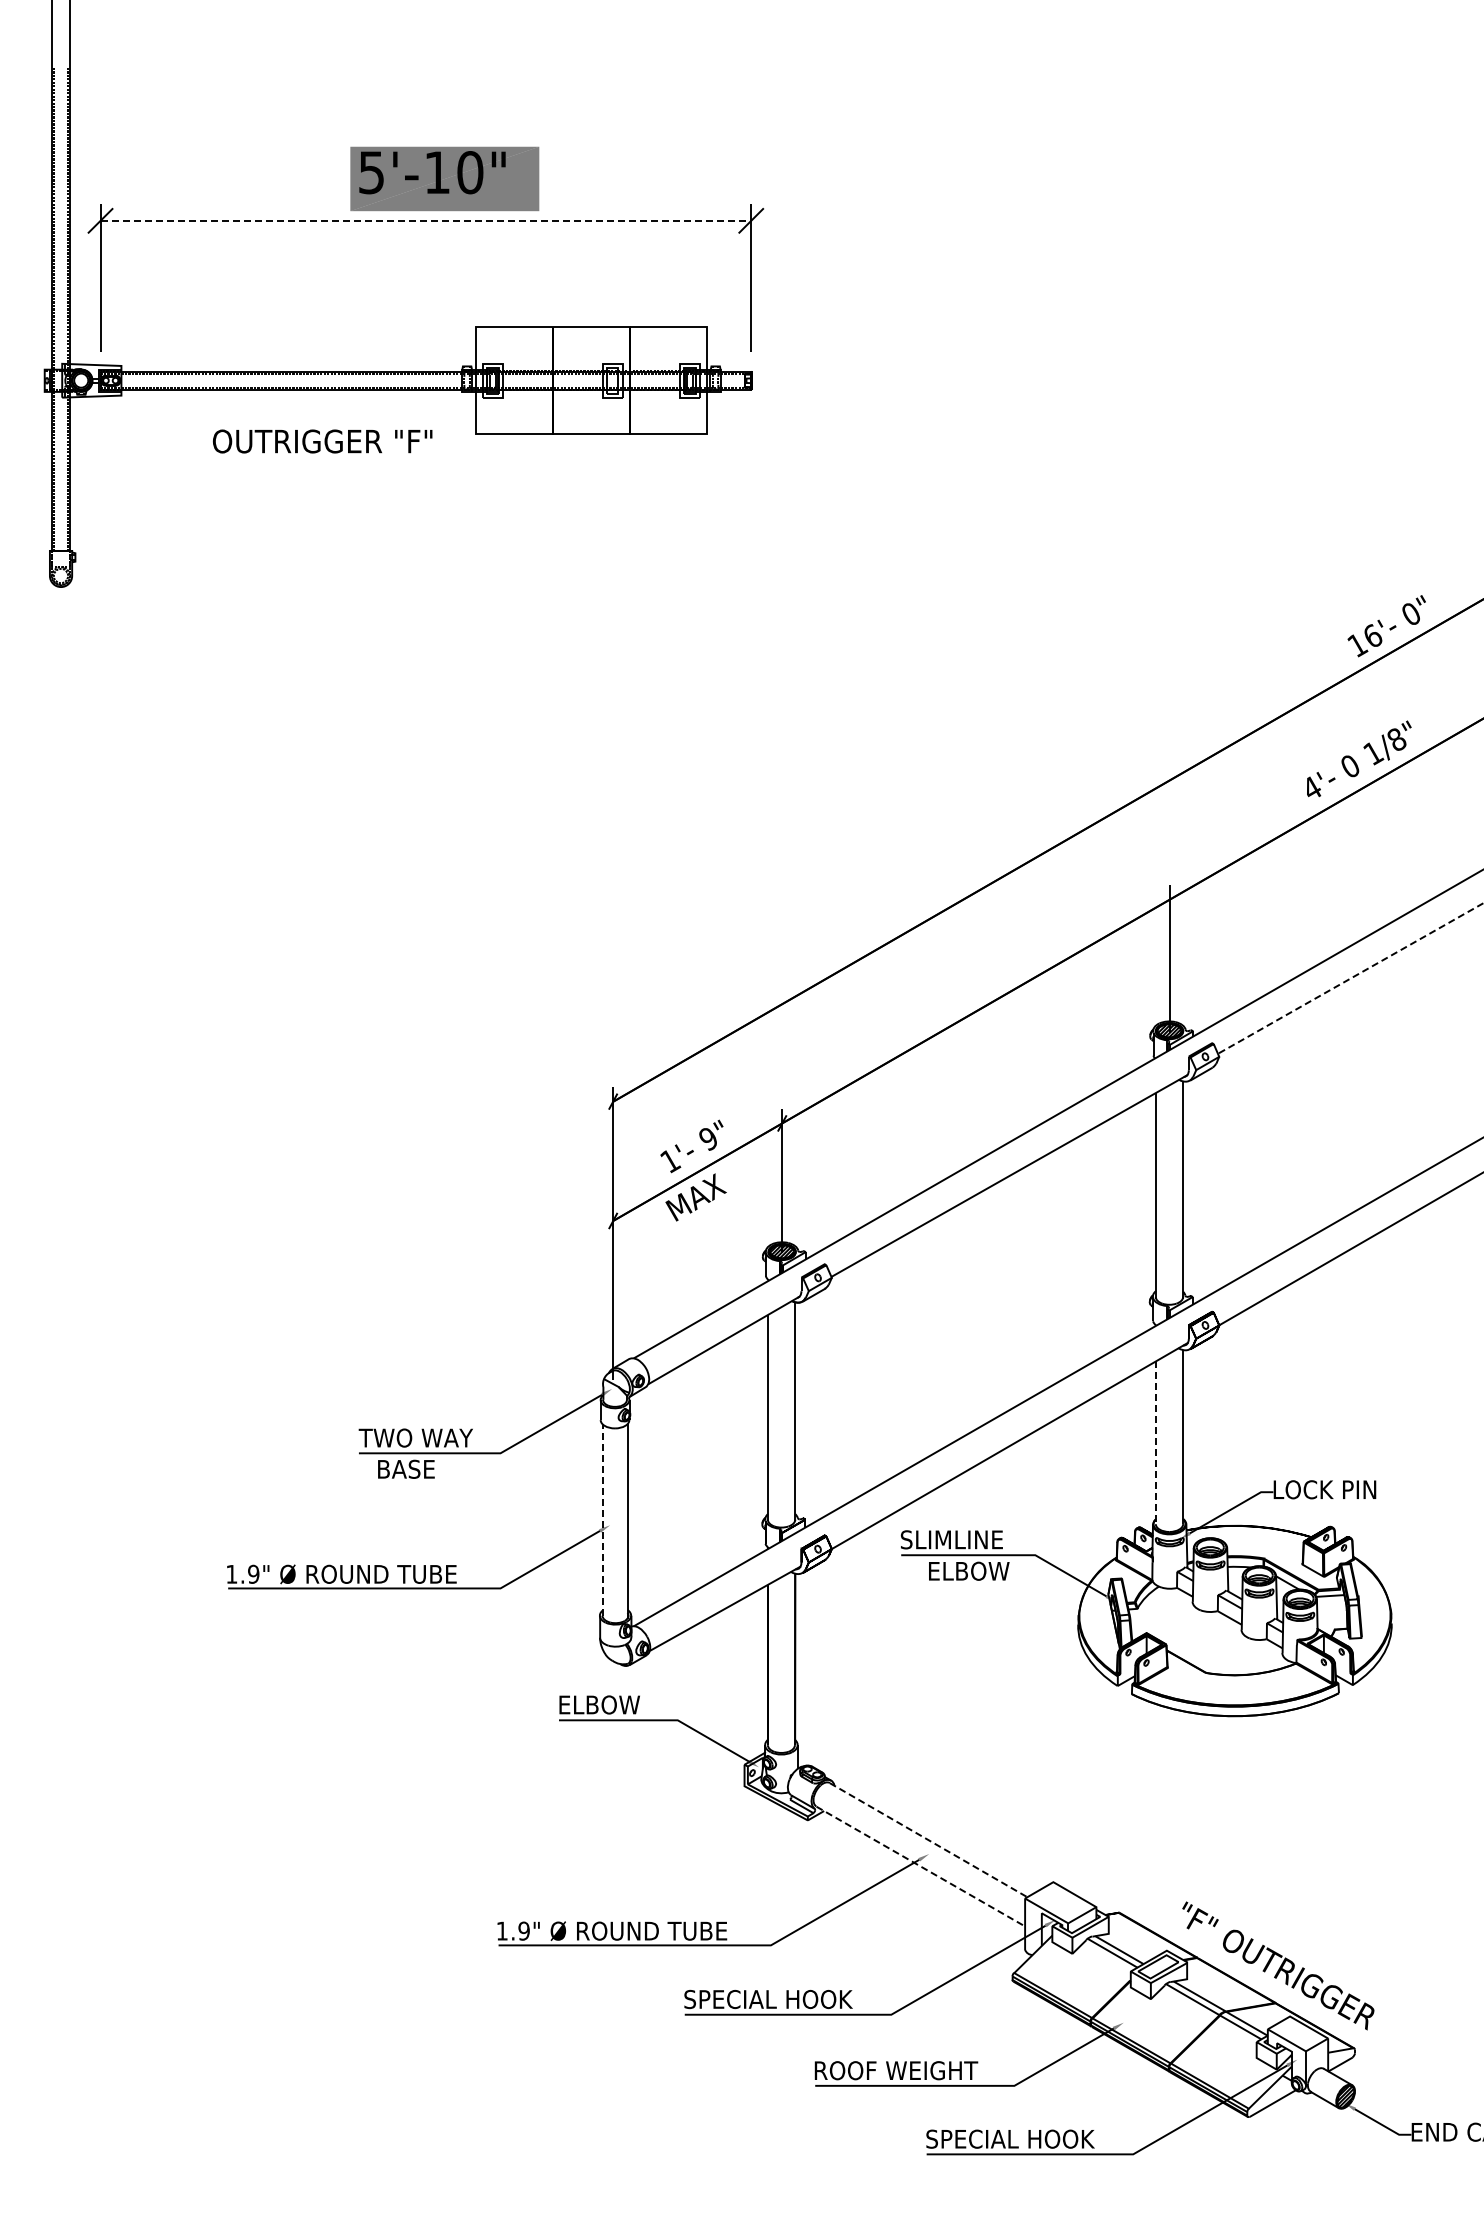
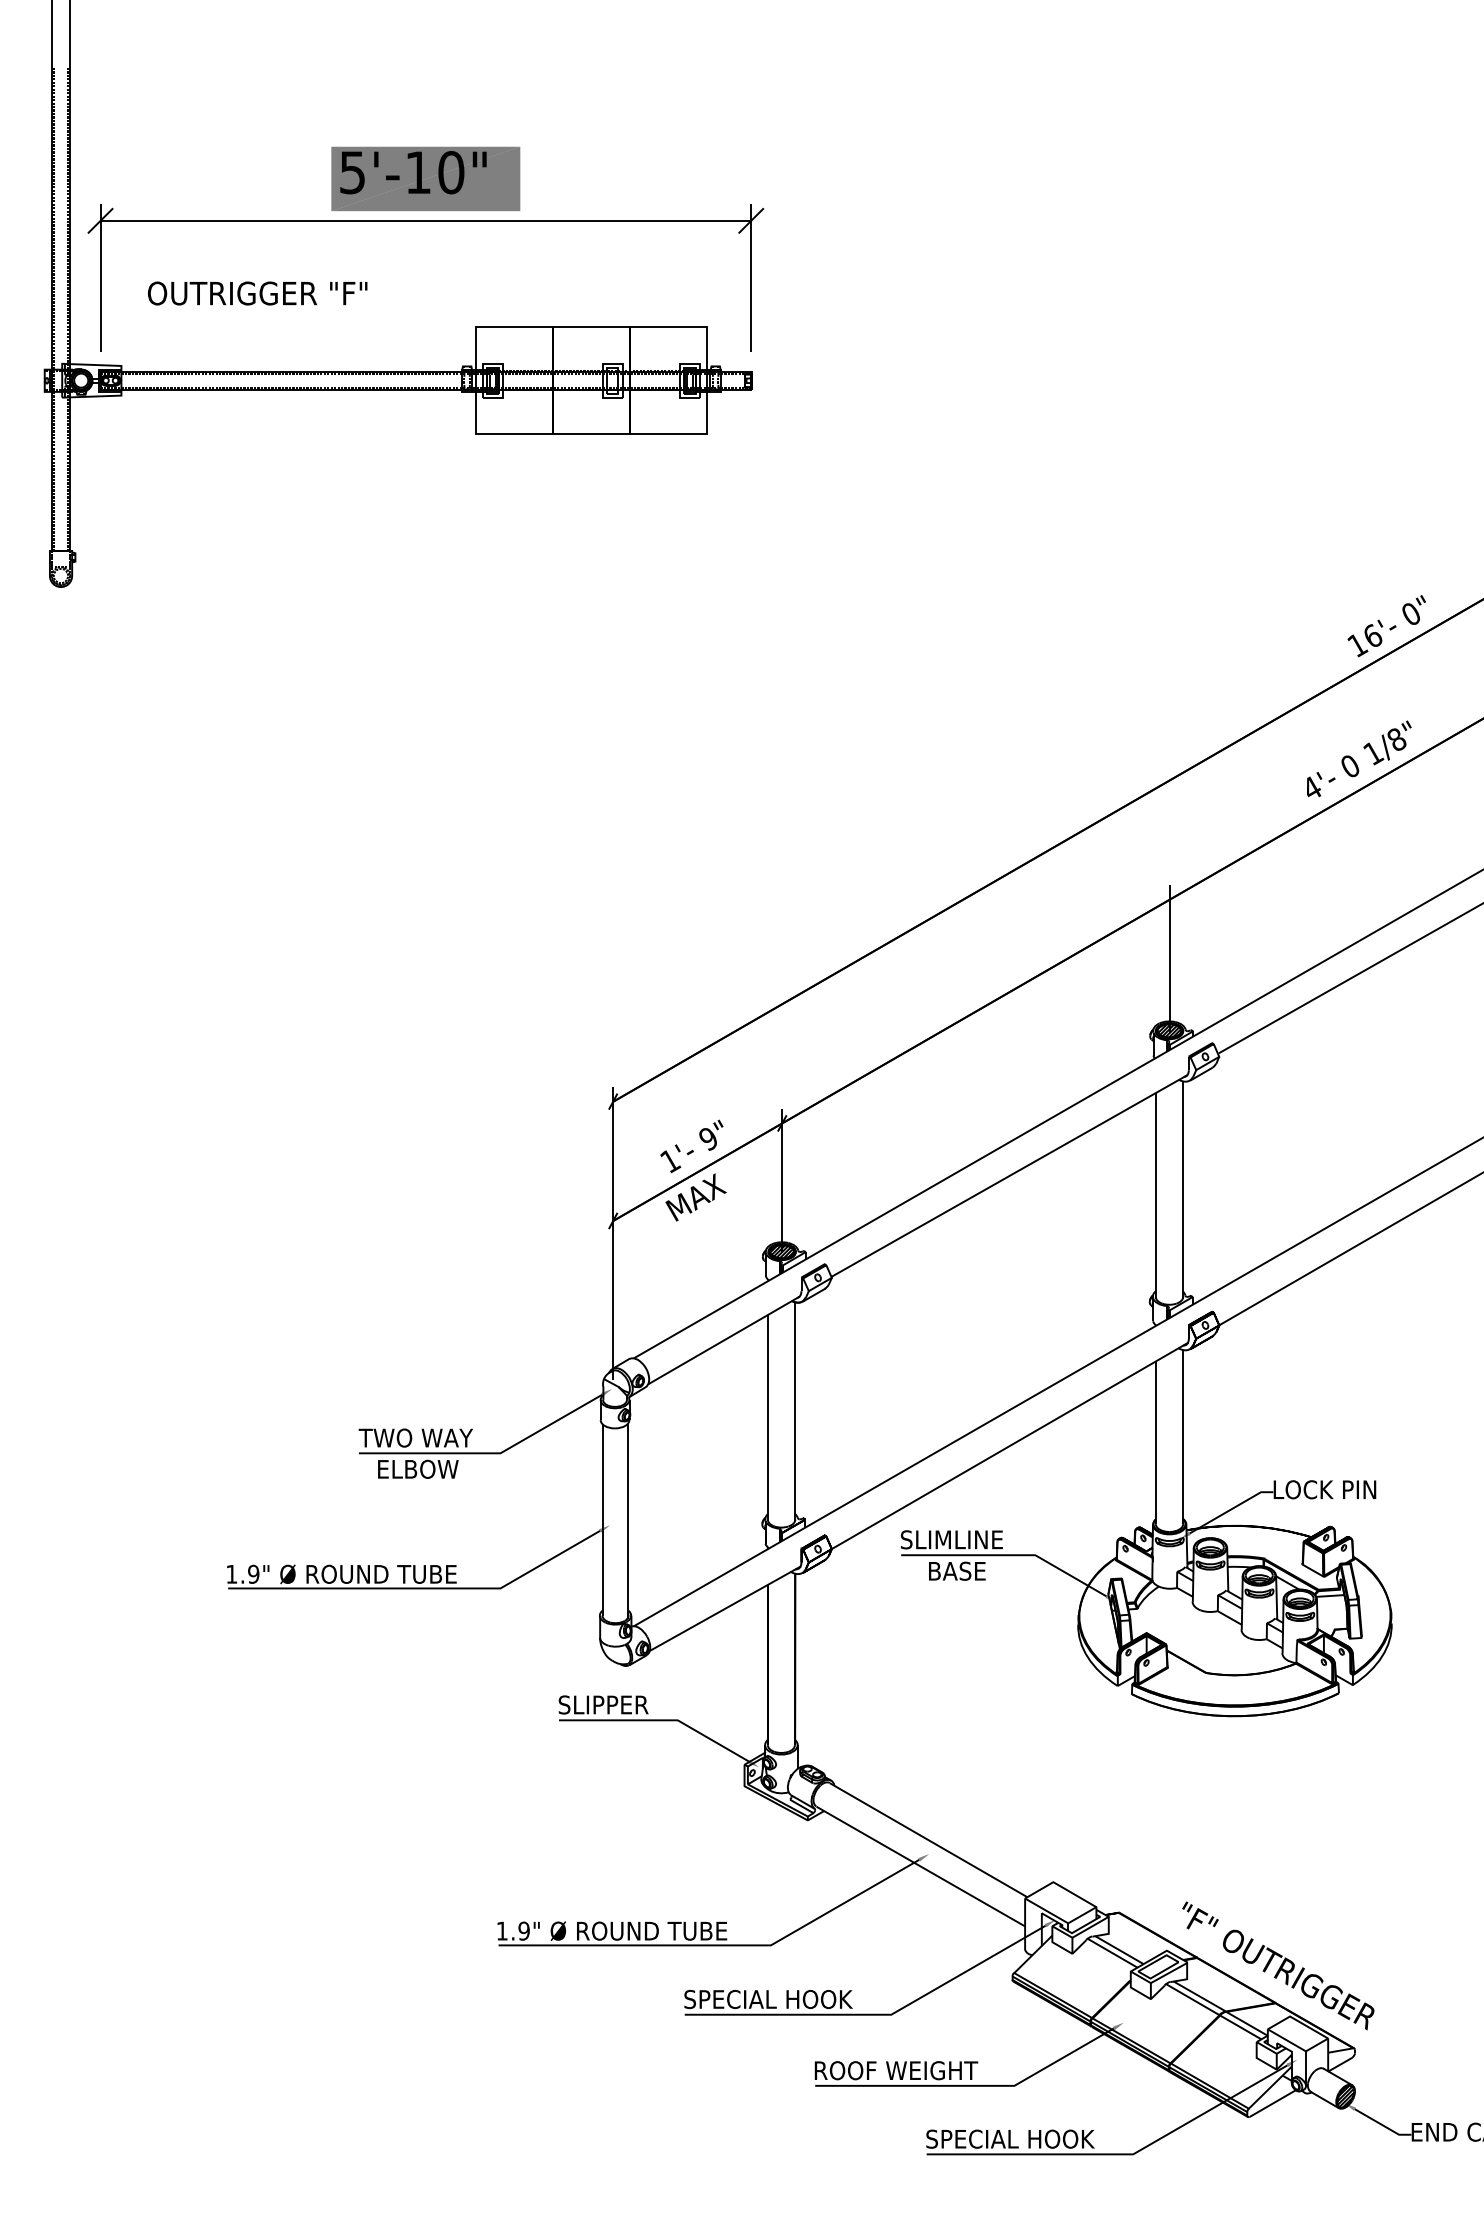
text at (444, 178) position: (444, 178) -> (425, 178)
line at (426, 220): dashed -> solid
text at (322, 441) position: (322, 441) -> (257, 293)
line at (1351, 978): dashed -> solid
line at (1156, 1443): dashed -> solid
text at (421, 1468): BASE -> ELBOW
line at (602, 1520): dashed -> solid
text at (972, 1570): ELBOW -> BASE
text at (603, 1704): ELBOW -> SLIPPER
line at (929, 1840): dashed -> solid
line at (921, 1866): dashed -> solid
